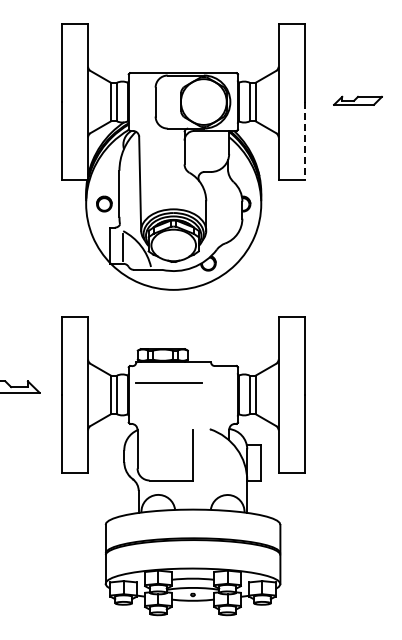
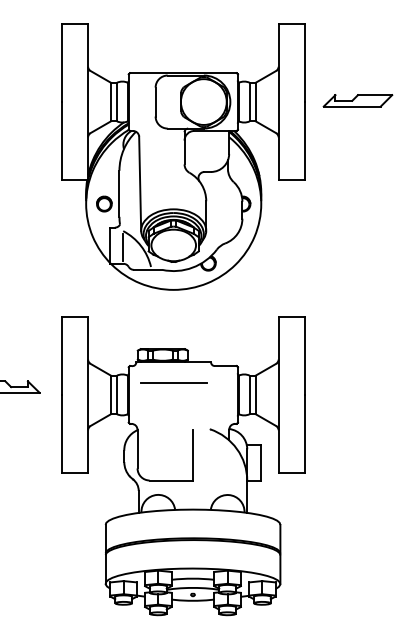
part at (357, 100) size: 50x11 px -> 72x14 px
line at (305, 141): dashed -> solid
line at (168, 382) position: (168, 382) -> (173, 382)
